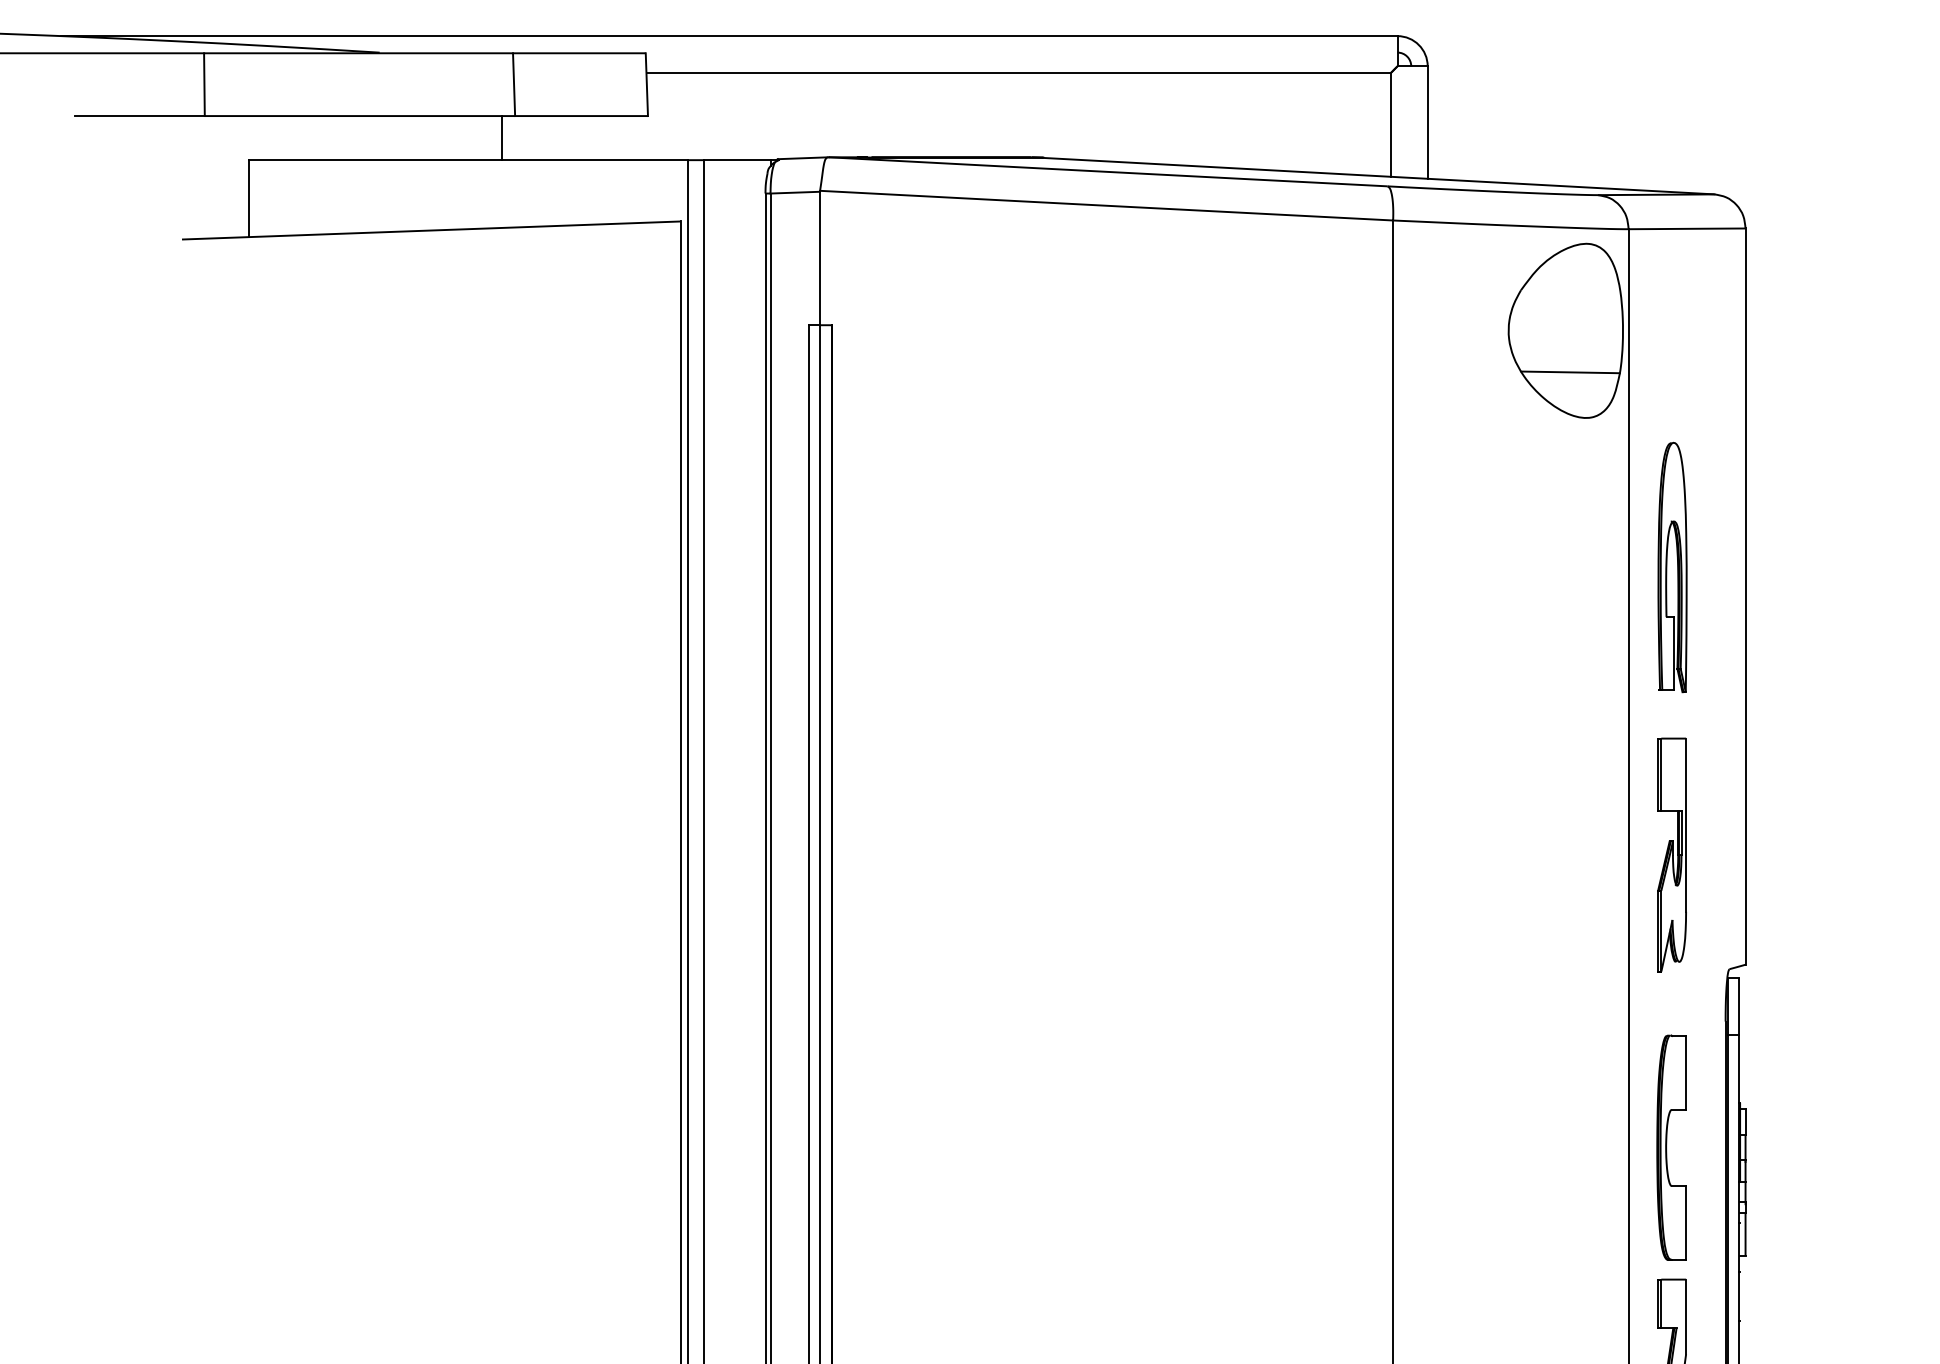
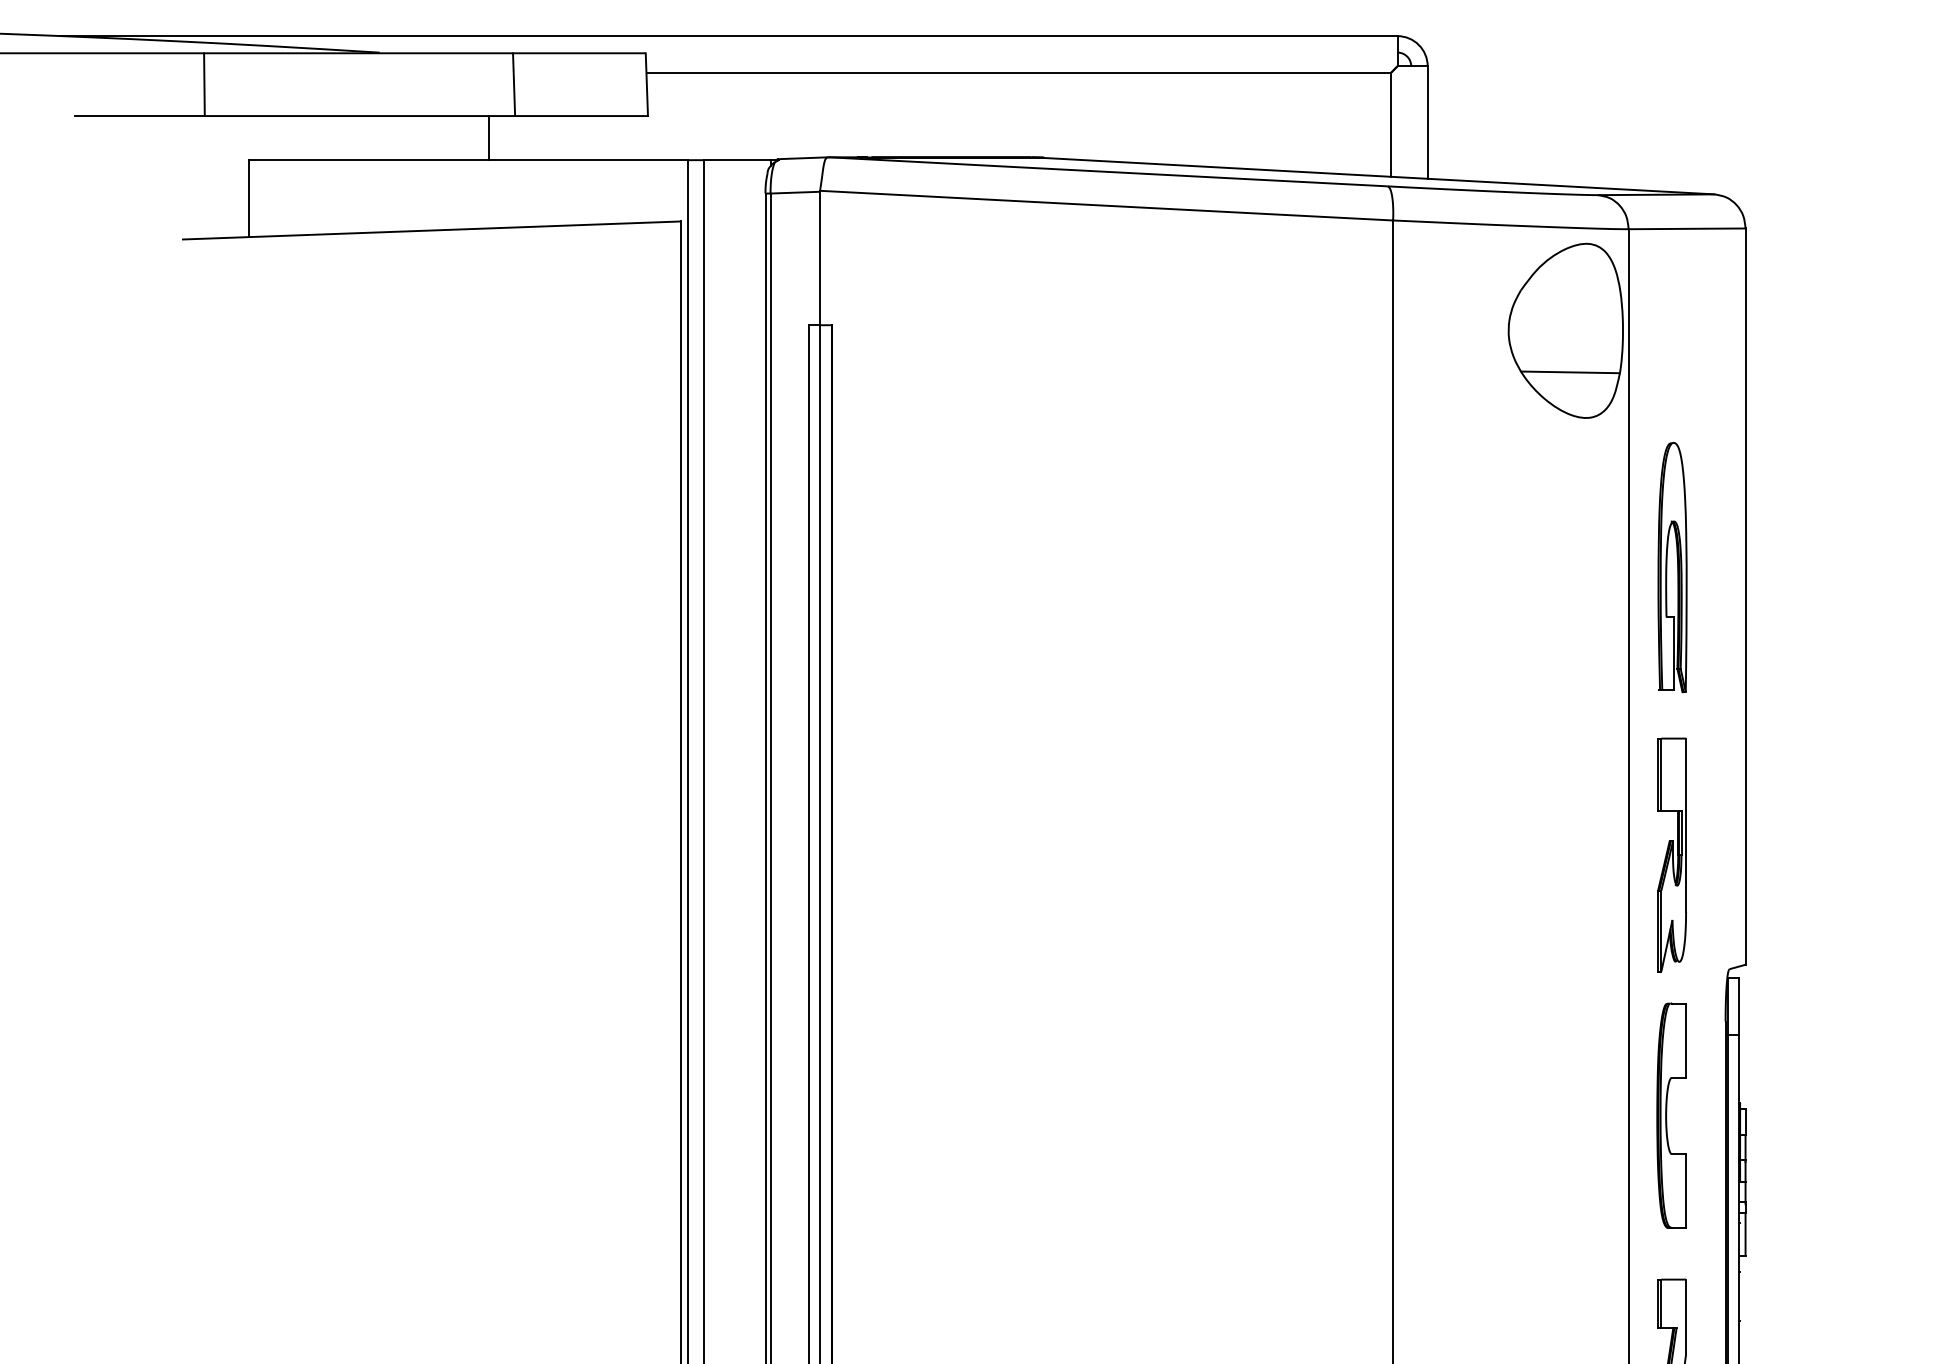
line at (501, 138) position: (501, 138) -> (488, 138)
part at (1671, 1147) position: (1671, 1147) -> (1671, 1115)
